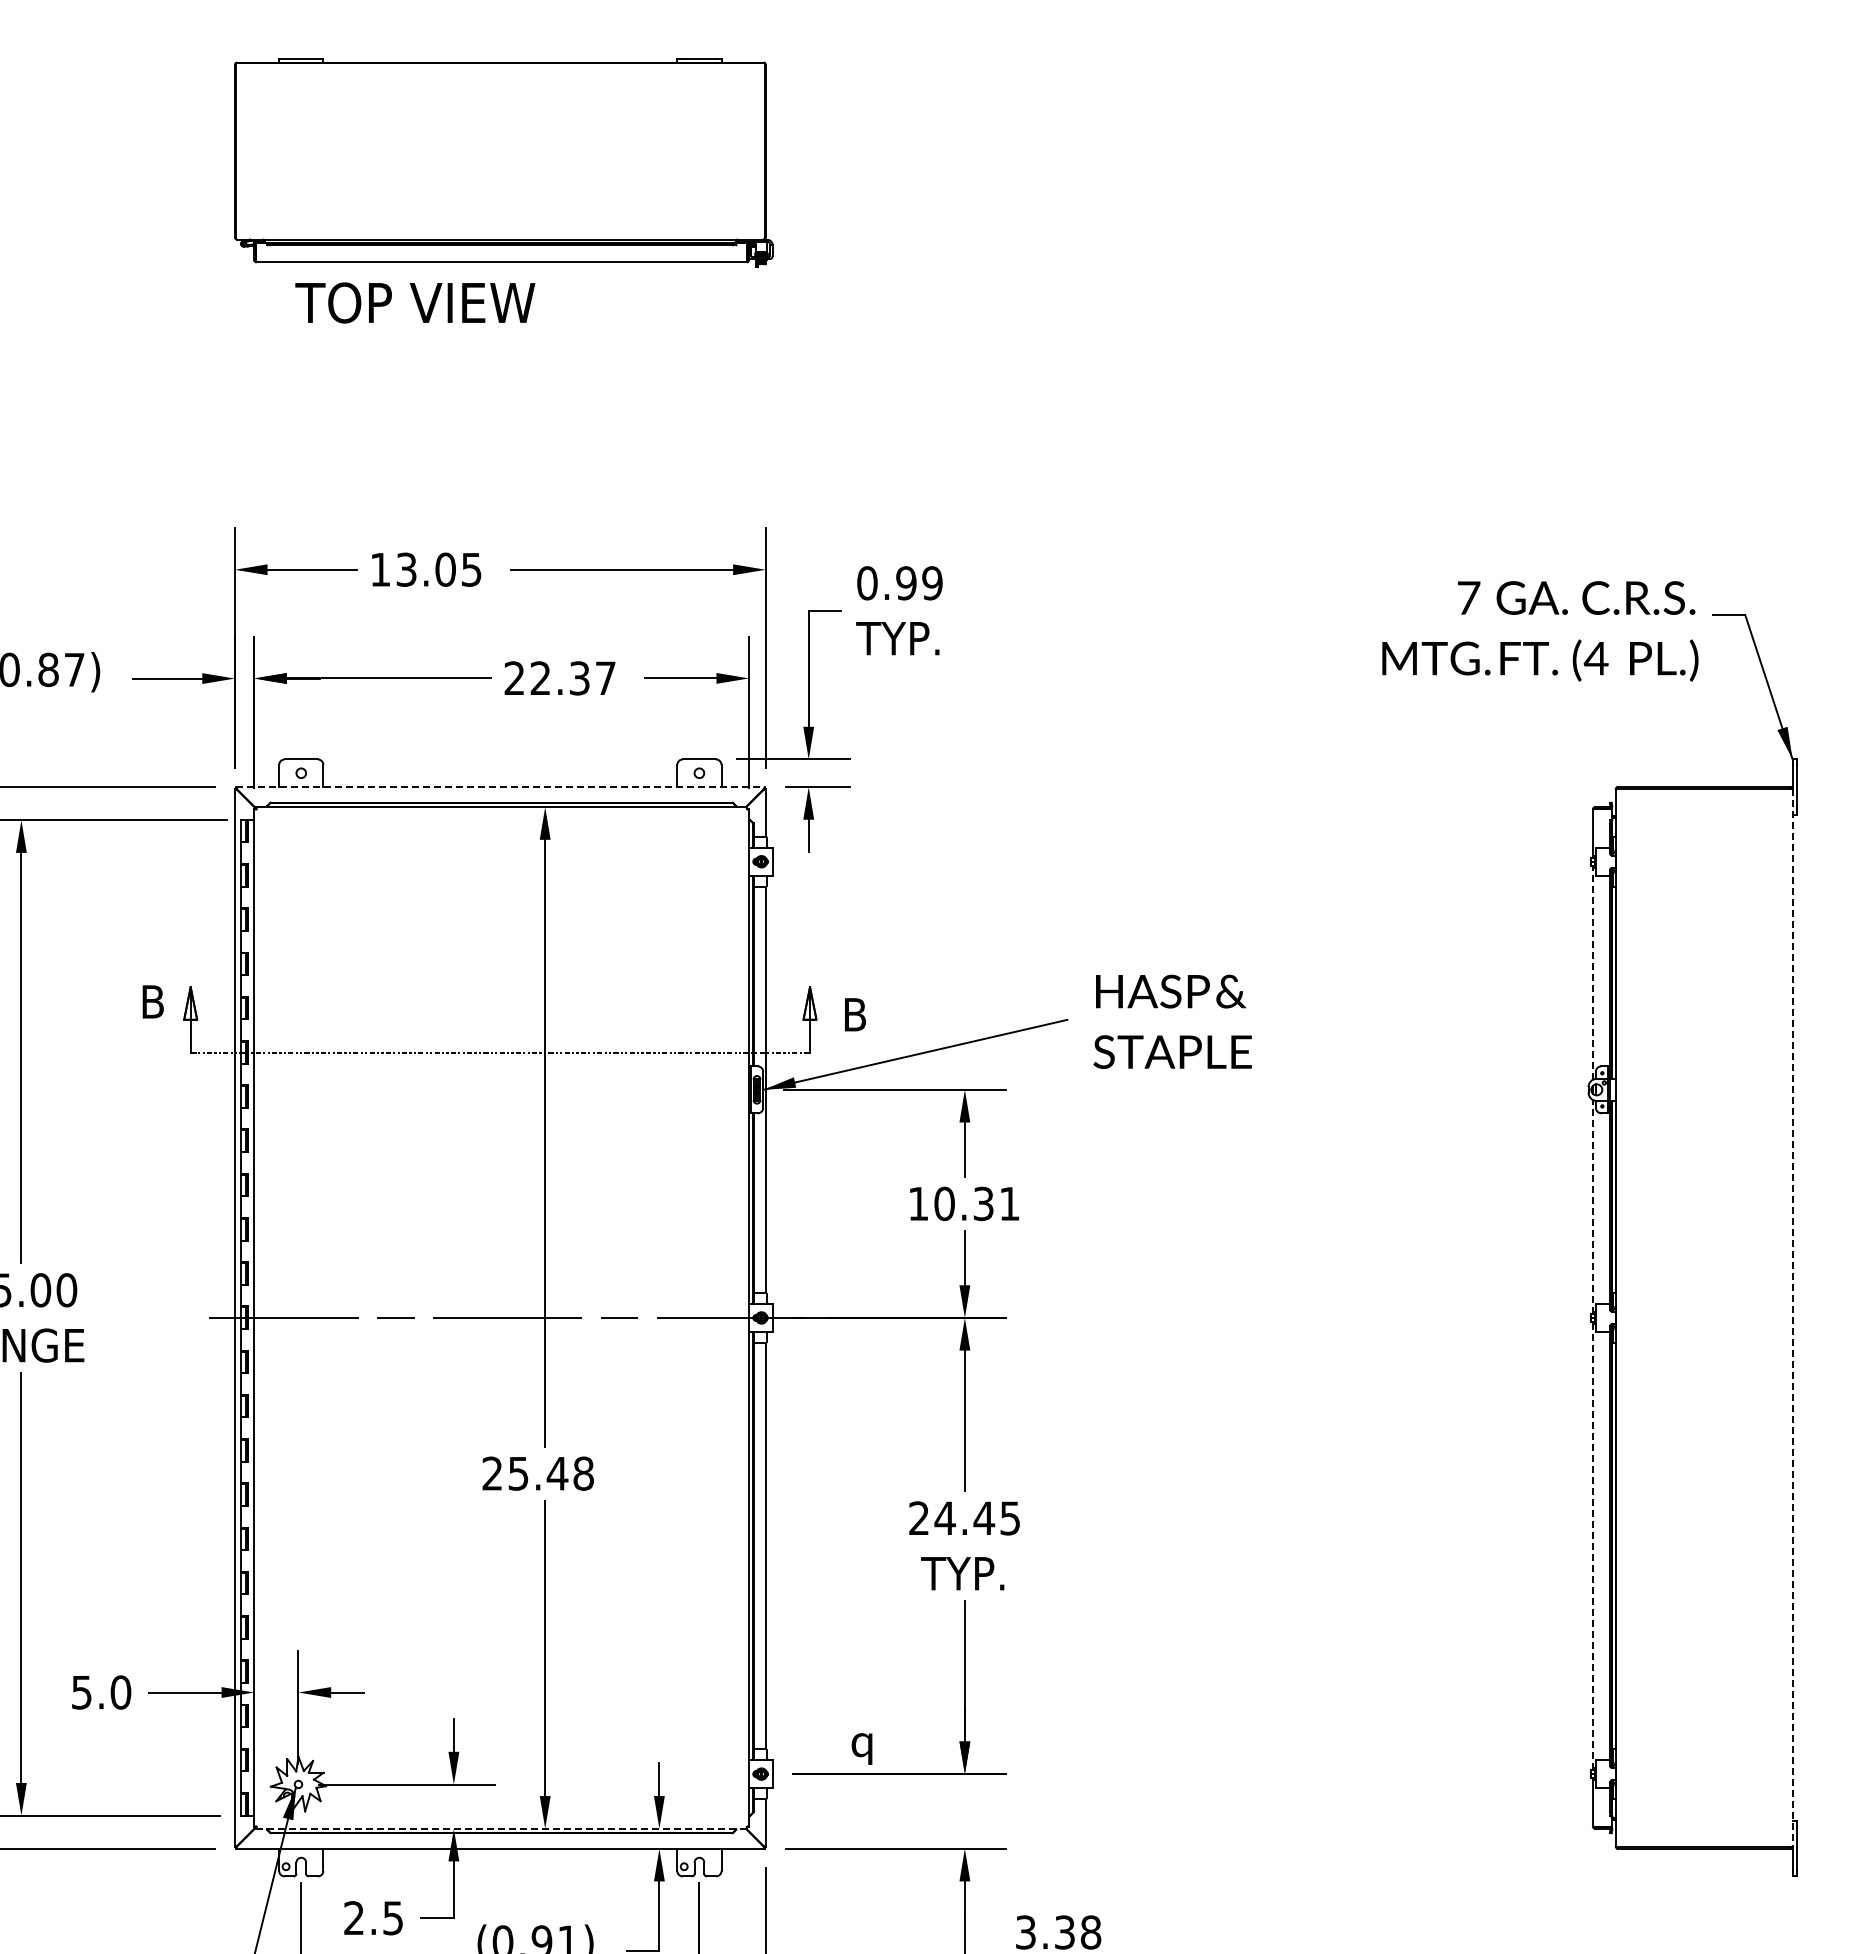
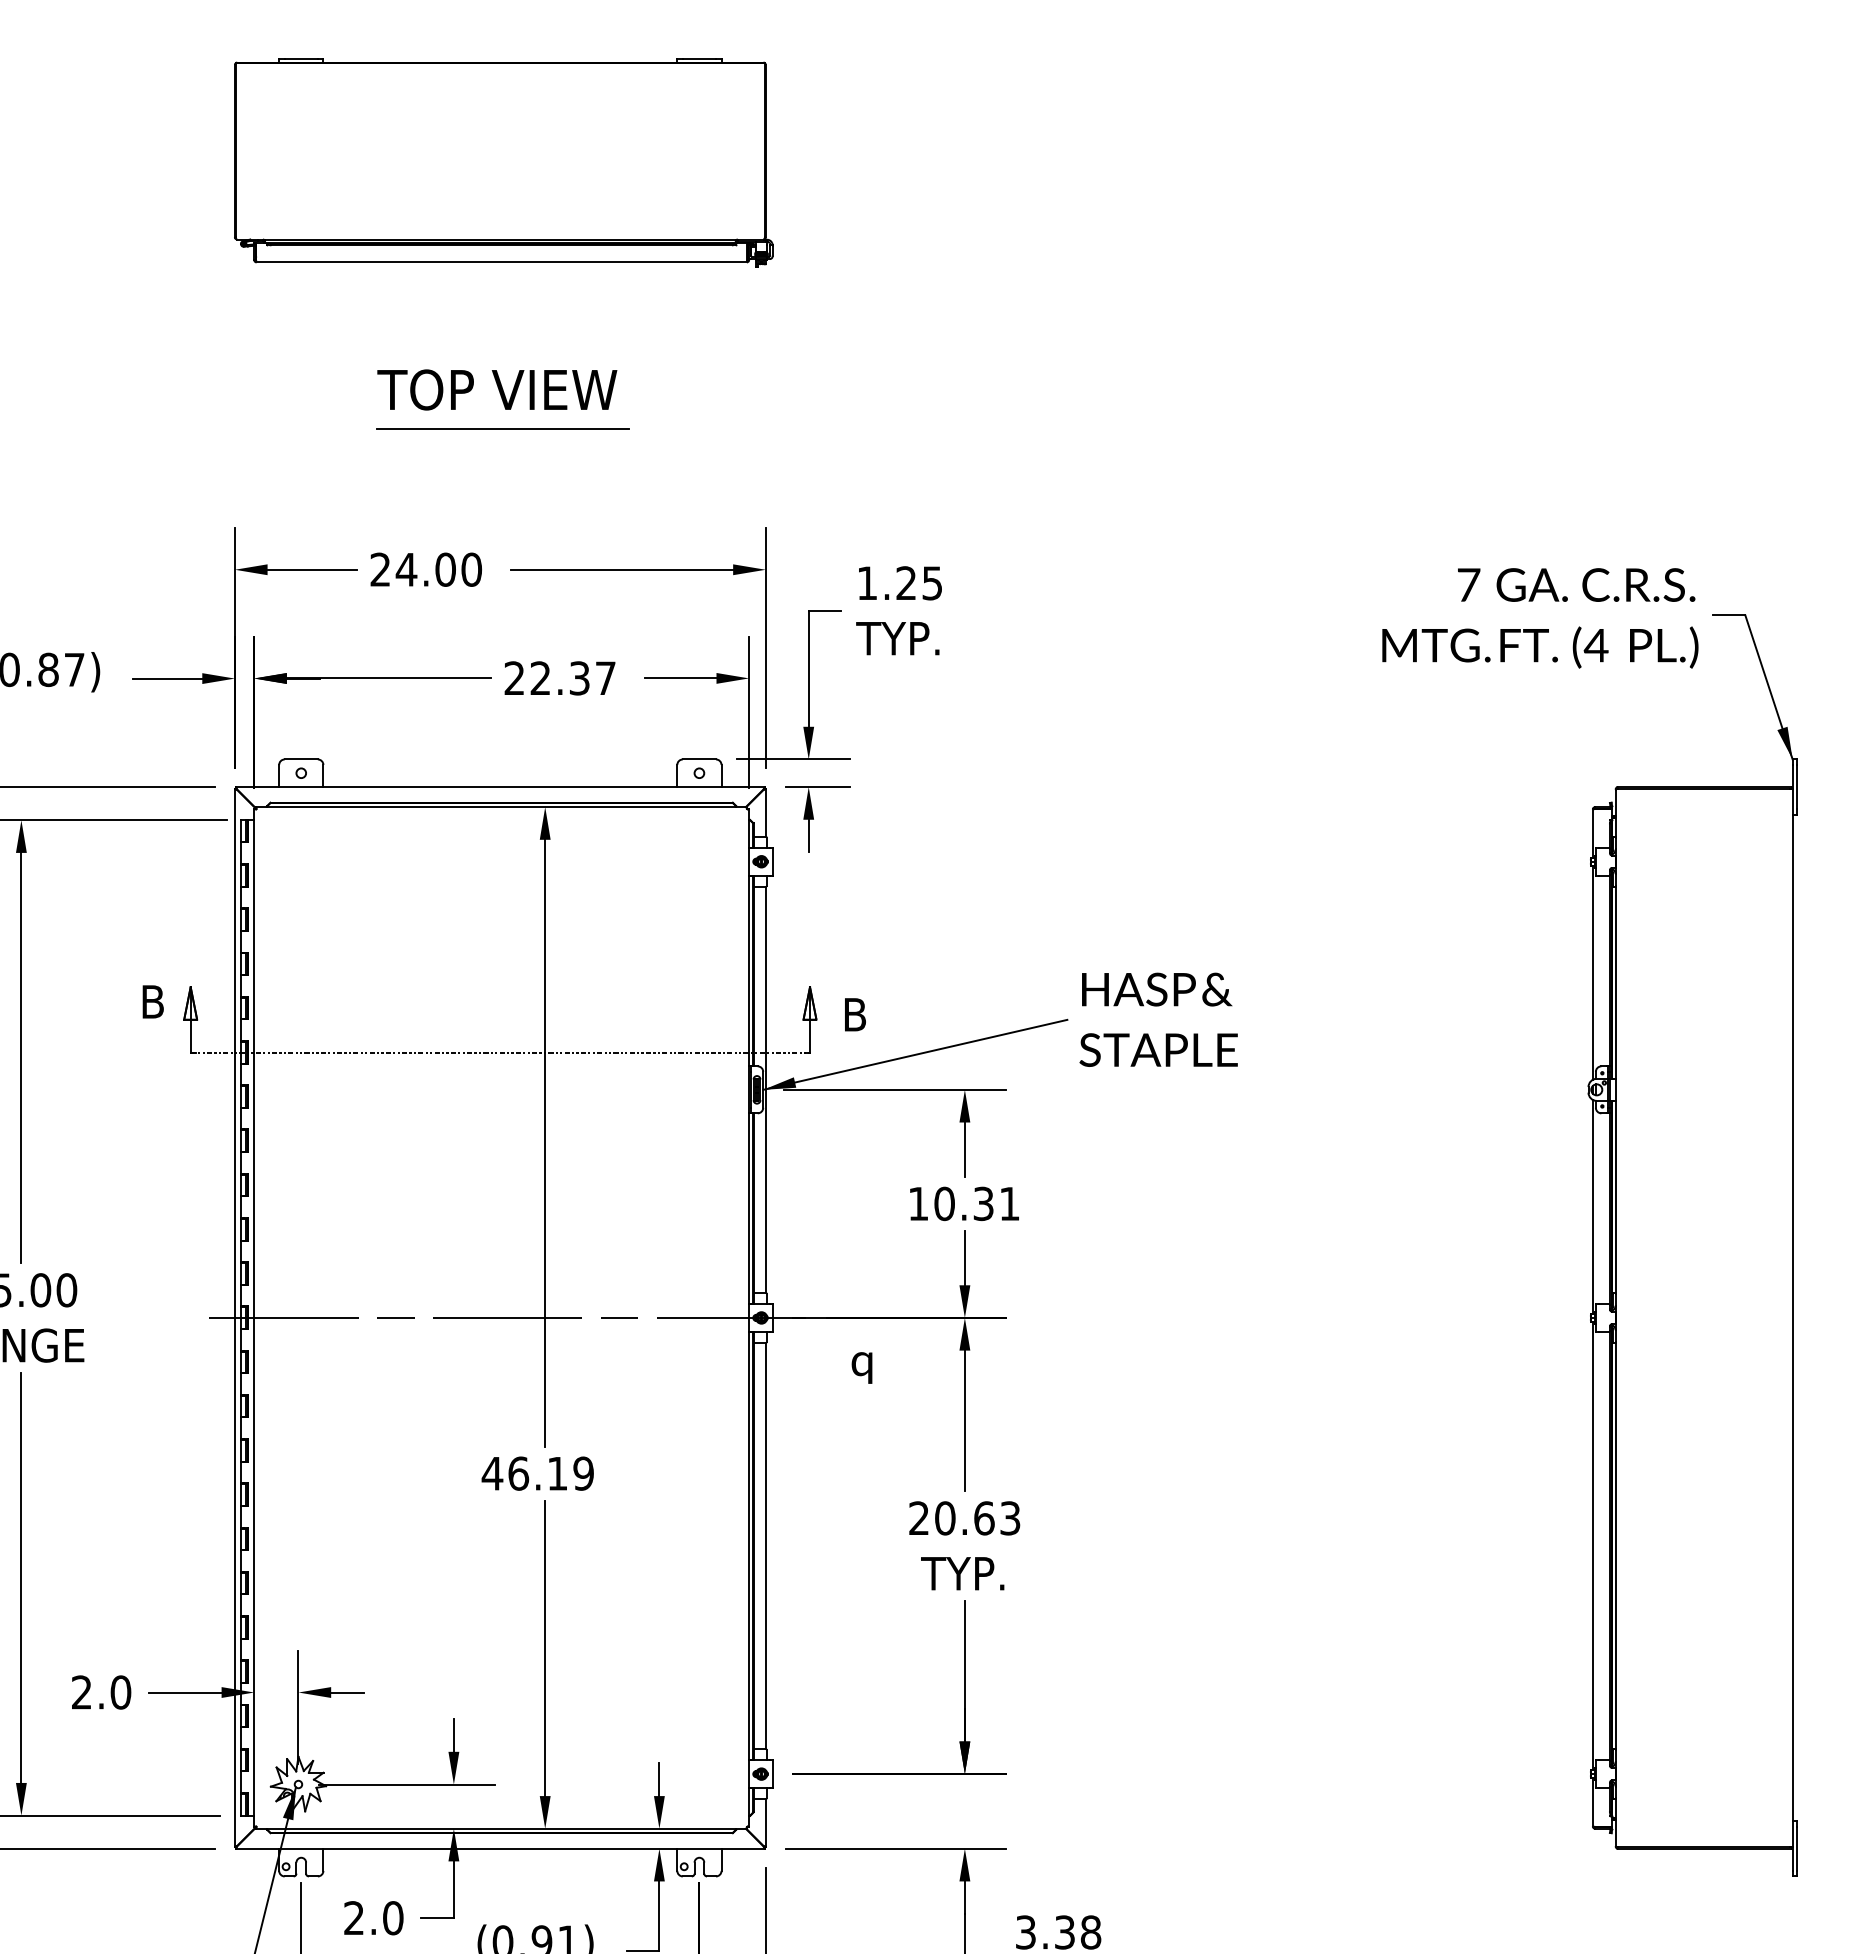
text at (415, 302) position: (415, 302) -> (497, 389)
line at (502, 429): none -> present
text at (426, 569): 13.05 -> 24.00
text at (899, 583): 0.99 -> 1.25
text at (1540, 631) position: (1540, 631) -> (1540, 618)
line at (500, 787): dashed -> solid
line at (1592, 972): dashed -> solid
text at (1172, 1021) position: (1172, 1021) -> (1158, 1019)
line at (1592, 1206): dashed -> solid
line at (1792, 1318): dashed -> solid
text at (537, 1473): 25.48 -> 46.19
text at (977, 1518): 24.45 -> 20.63
line at (1592, 1546): dashed -> solid
text at (81, 1692): 5.0 -> 2.0
text at (861, 1748) position: (861, 1748) -> (861, 1367)
line at (501, 1828): dashed -> solid
text at (393, 1918): 2.5 -> 2.0
